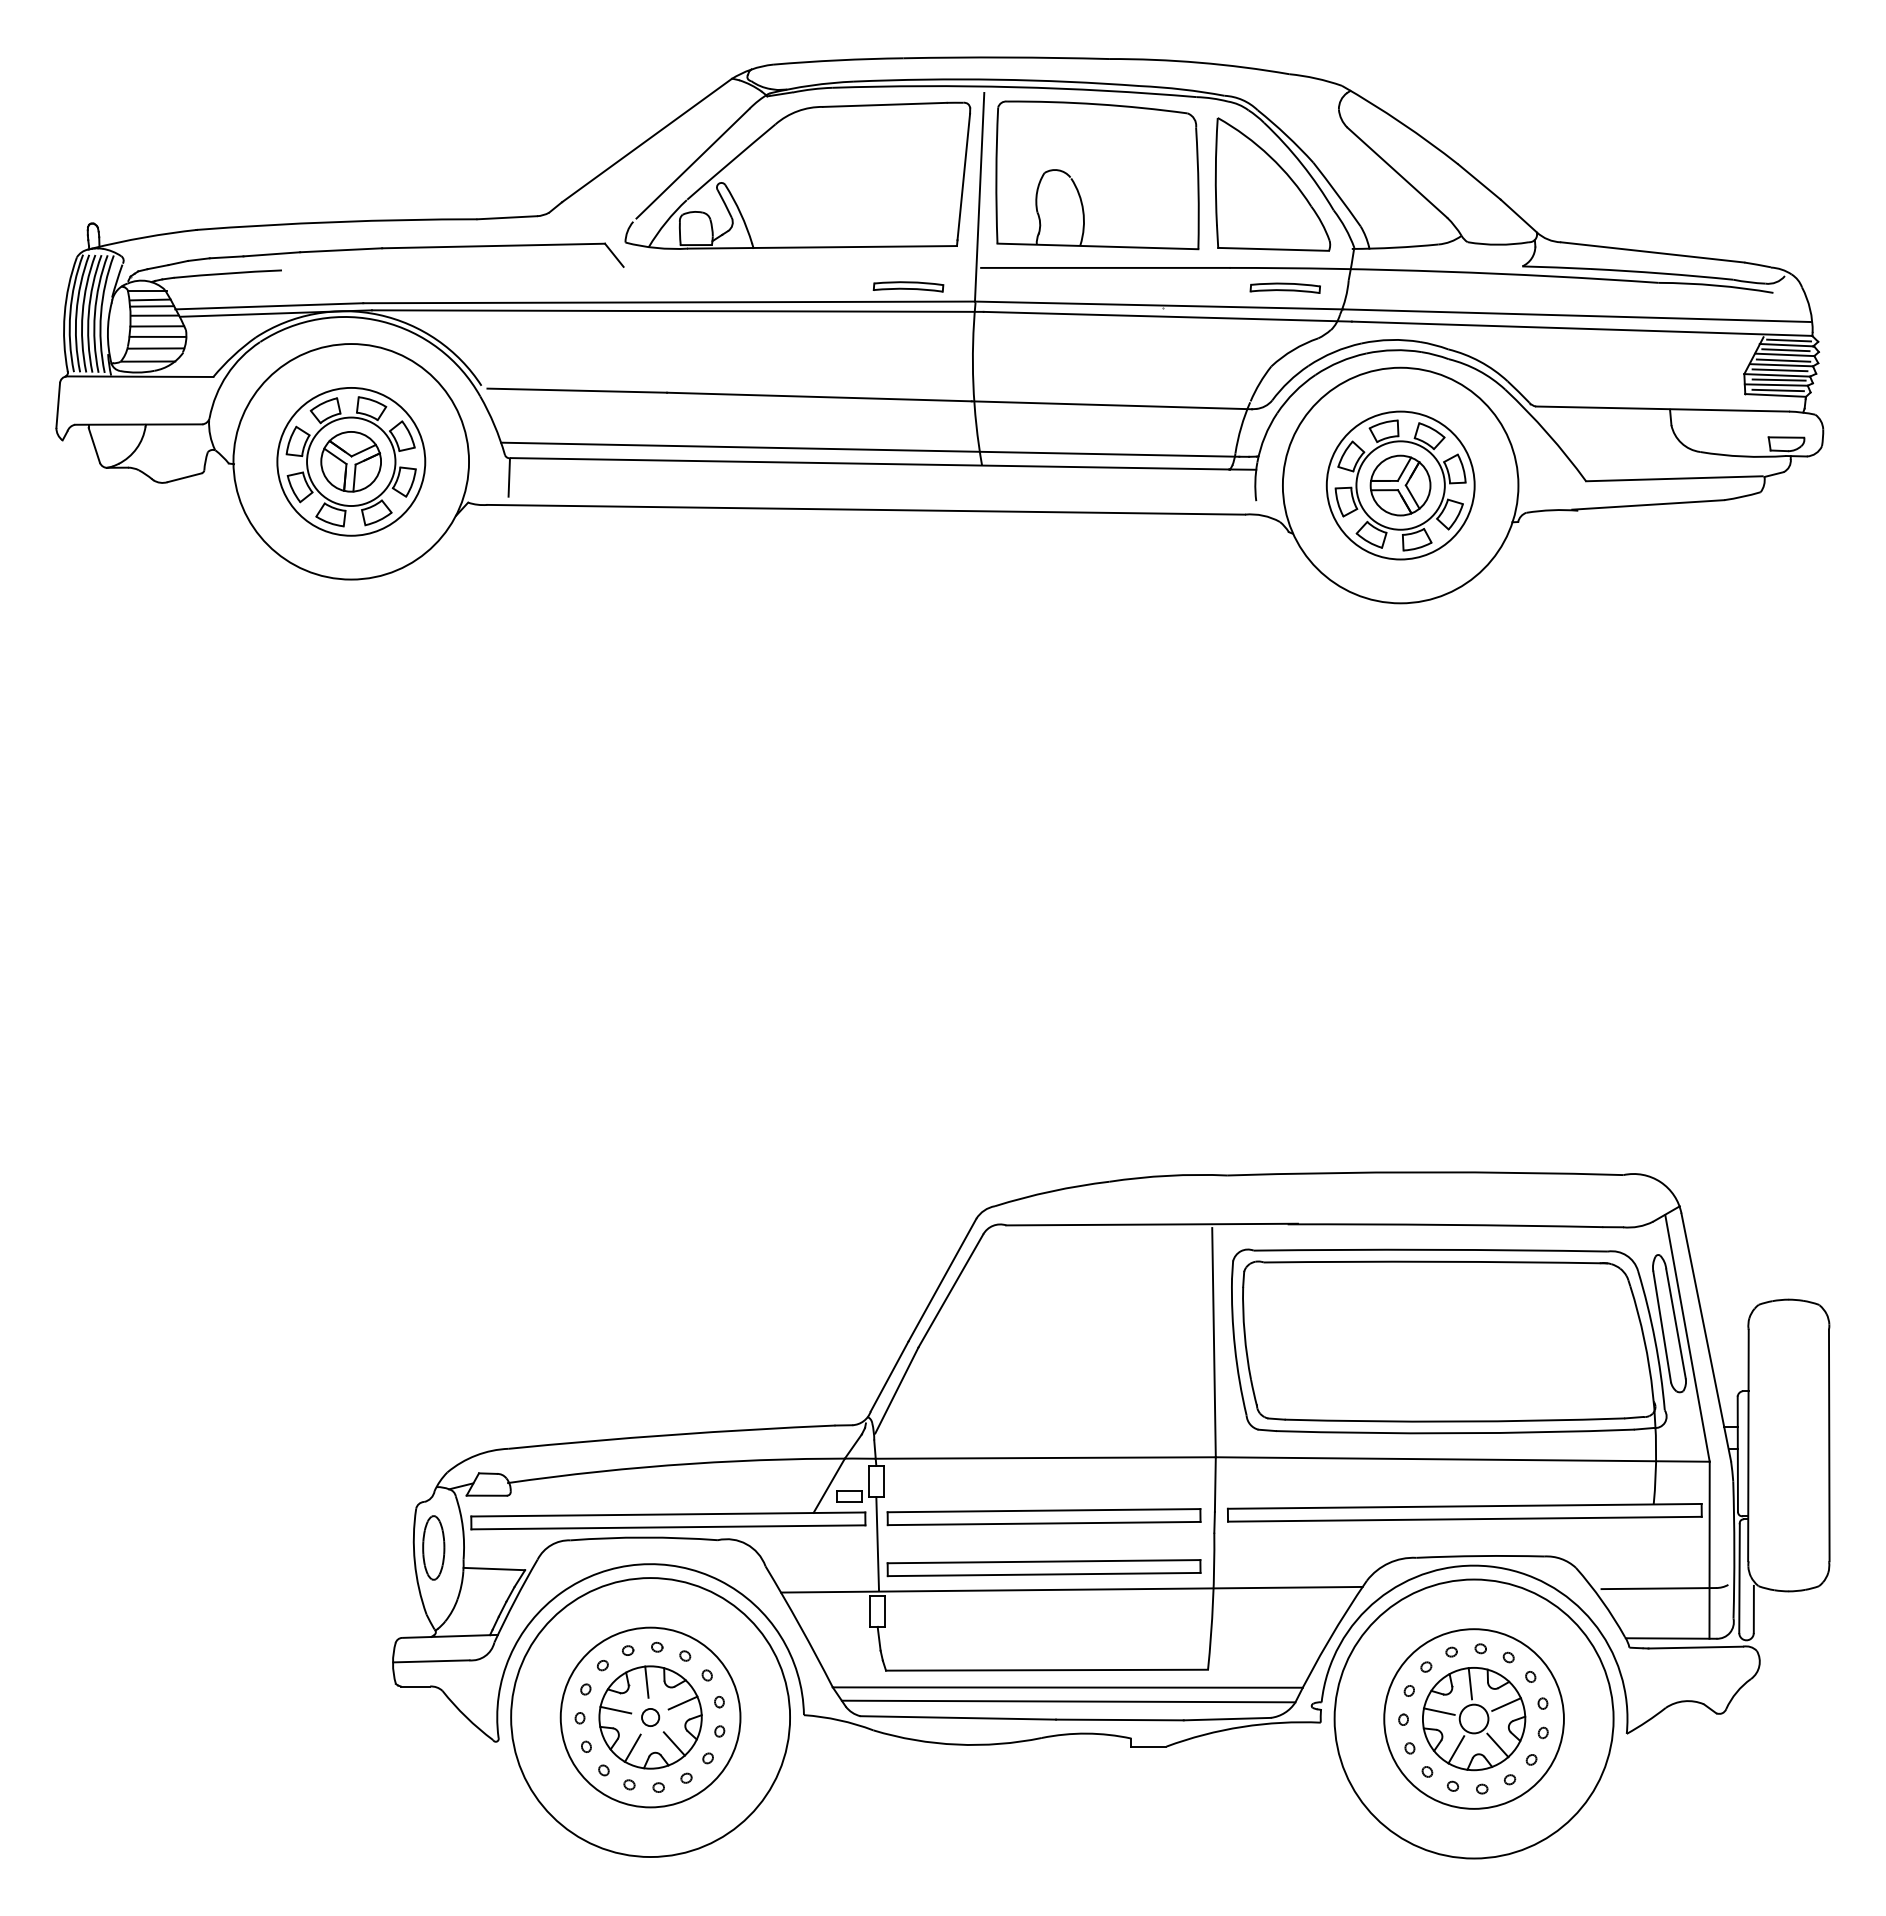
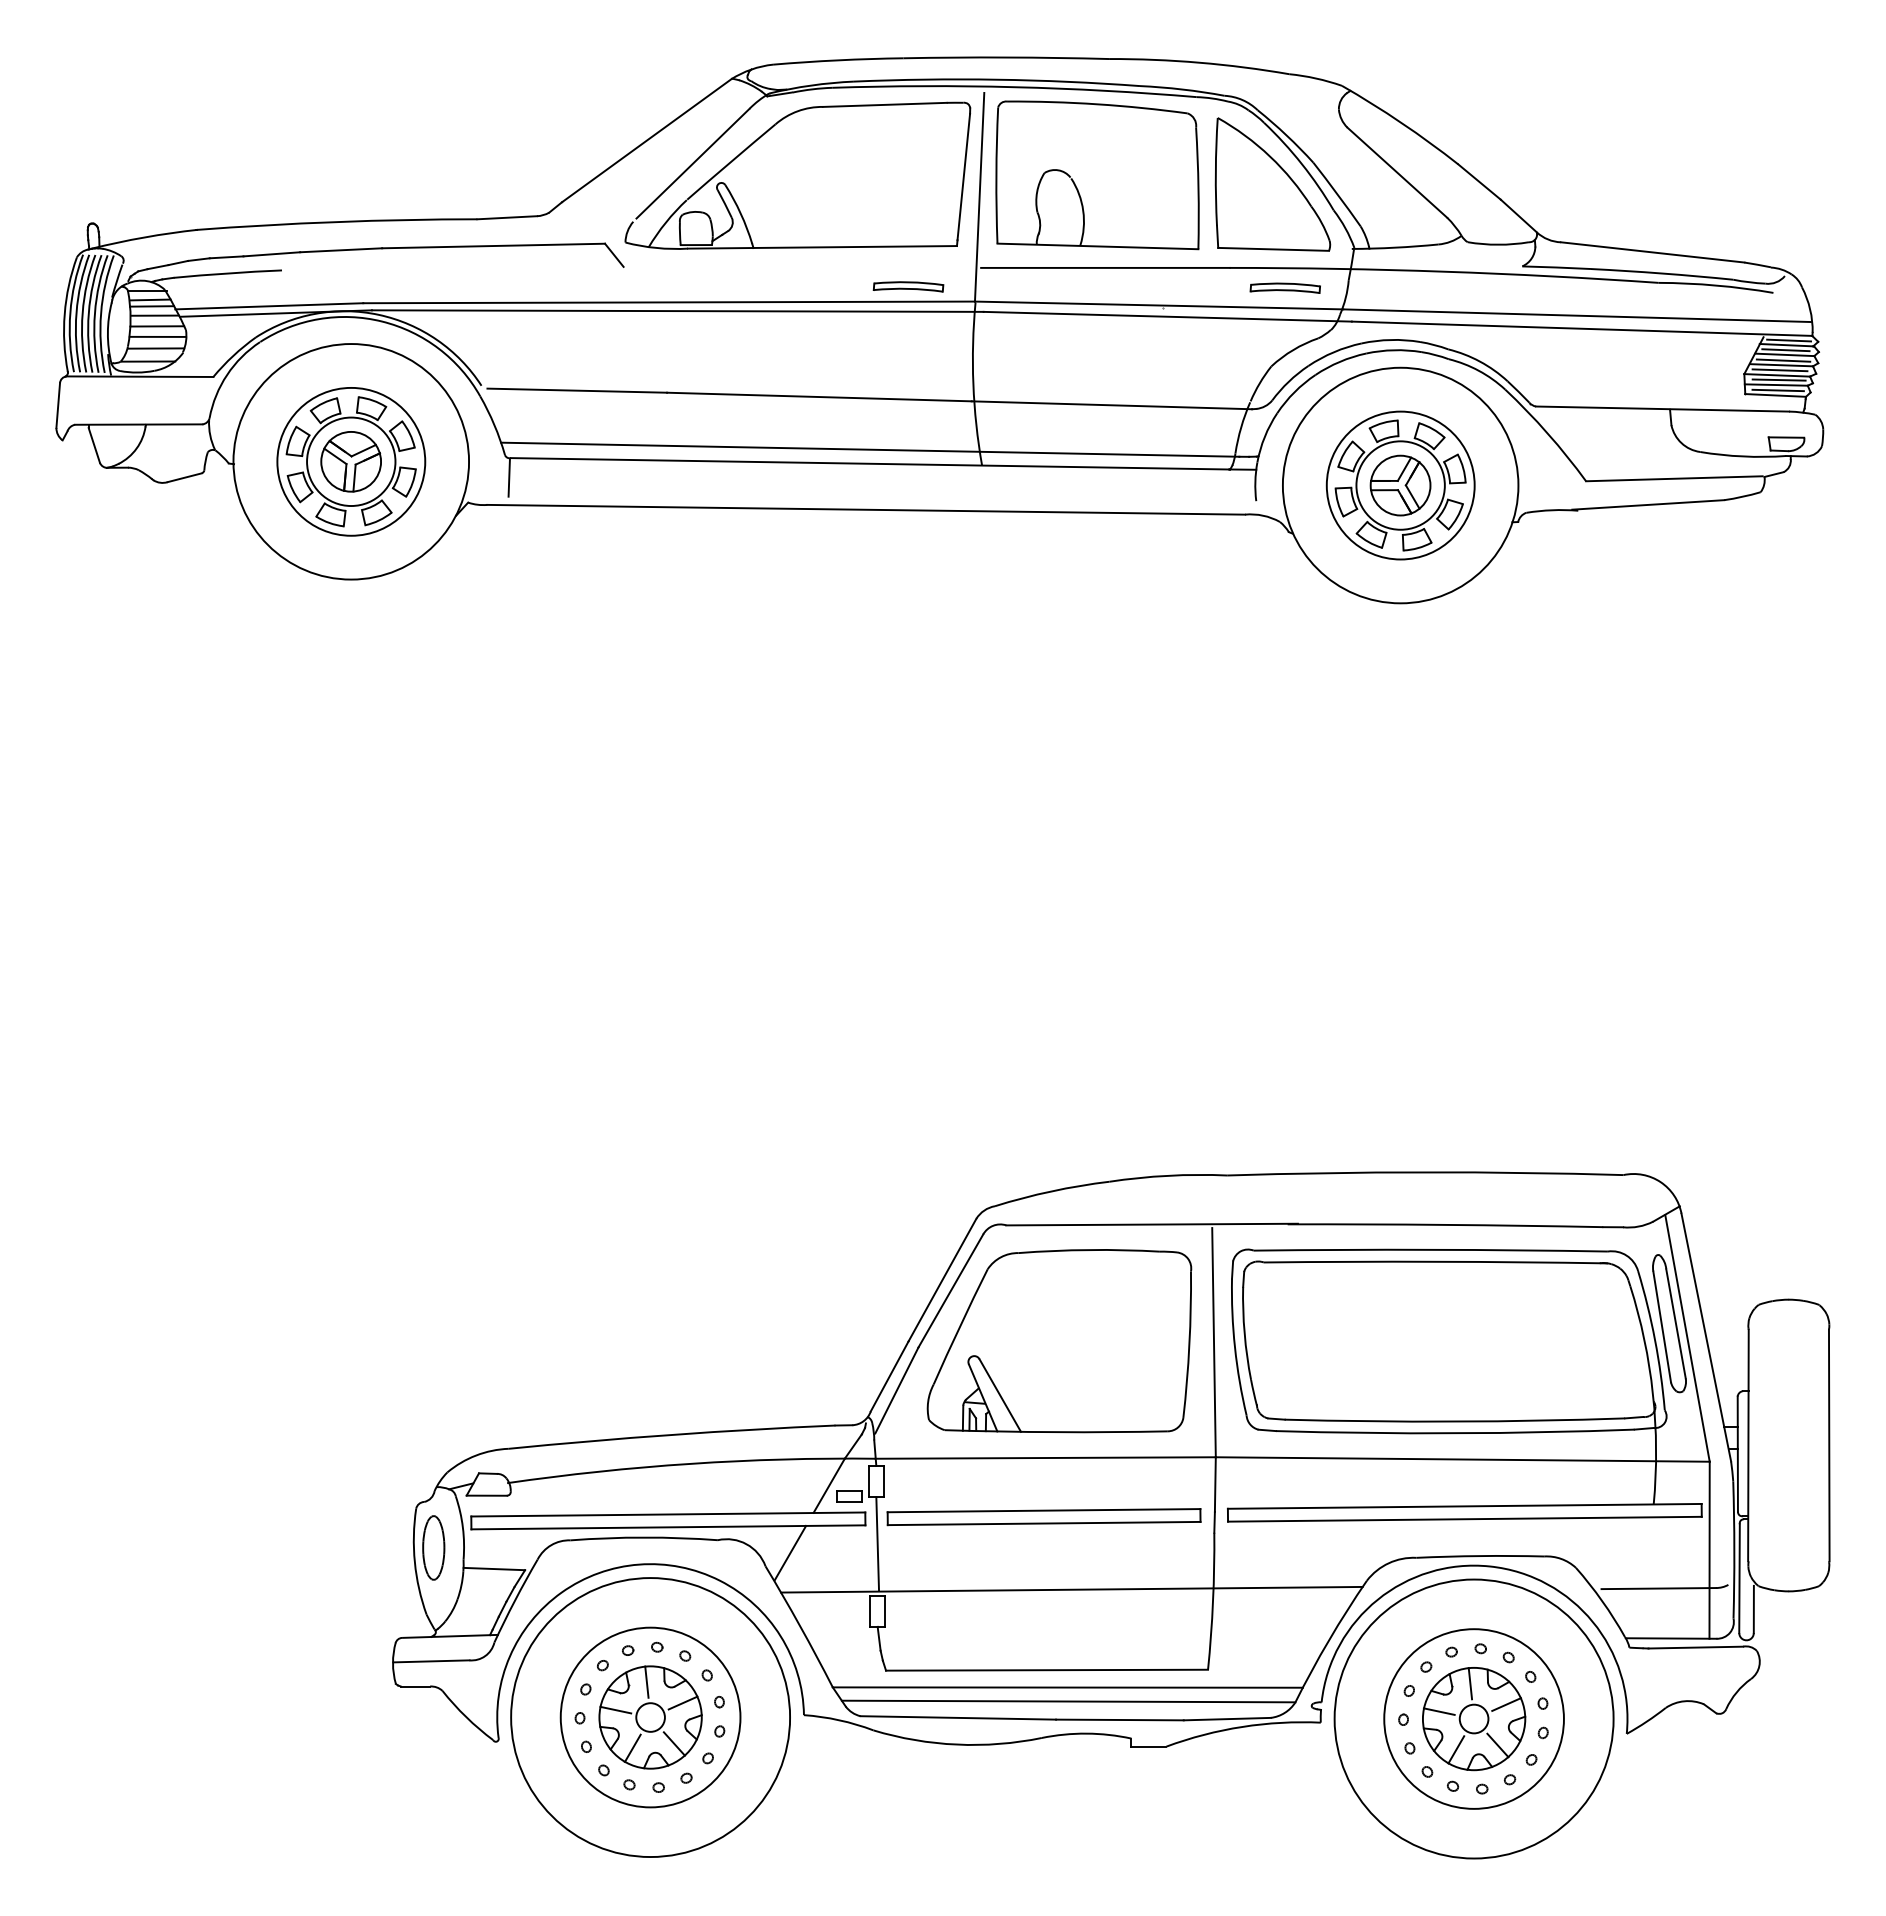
part at (1059, 1341): none -> present
line at (790, 1552): none -> present
part at (1043, 1568): present -> none
circle at (650, 1717) diameter: 17 px -> 29 px
